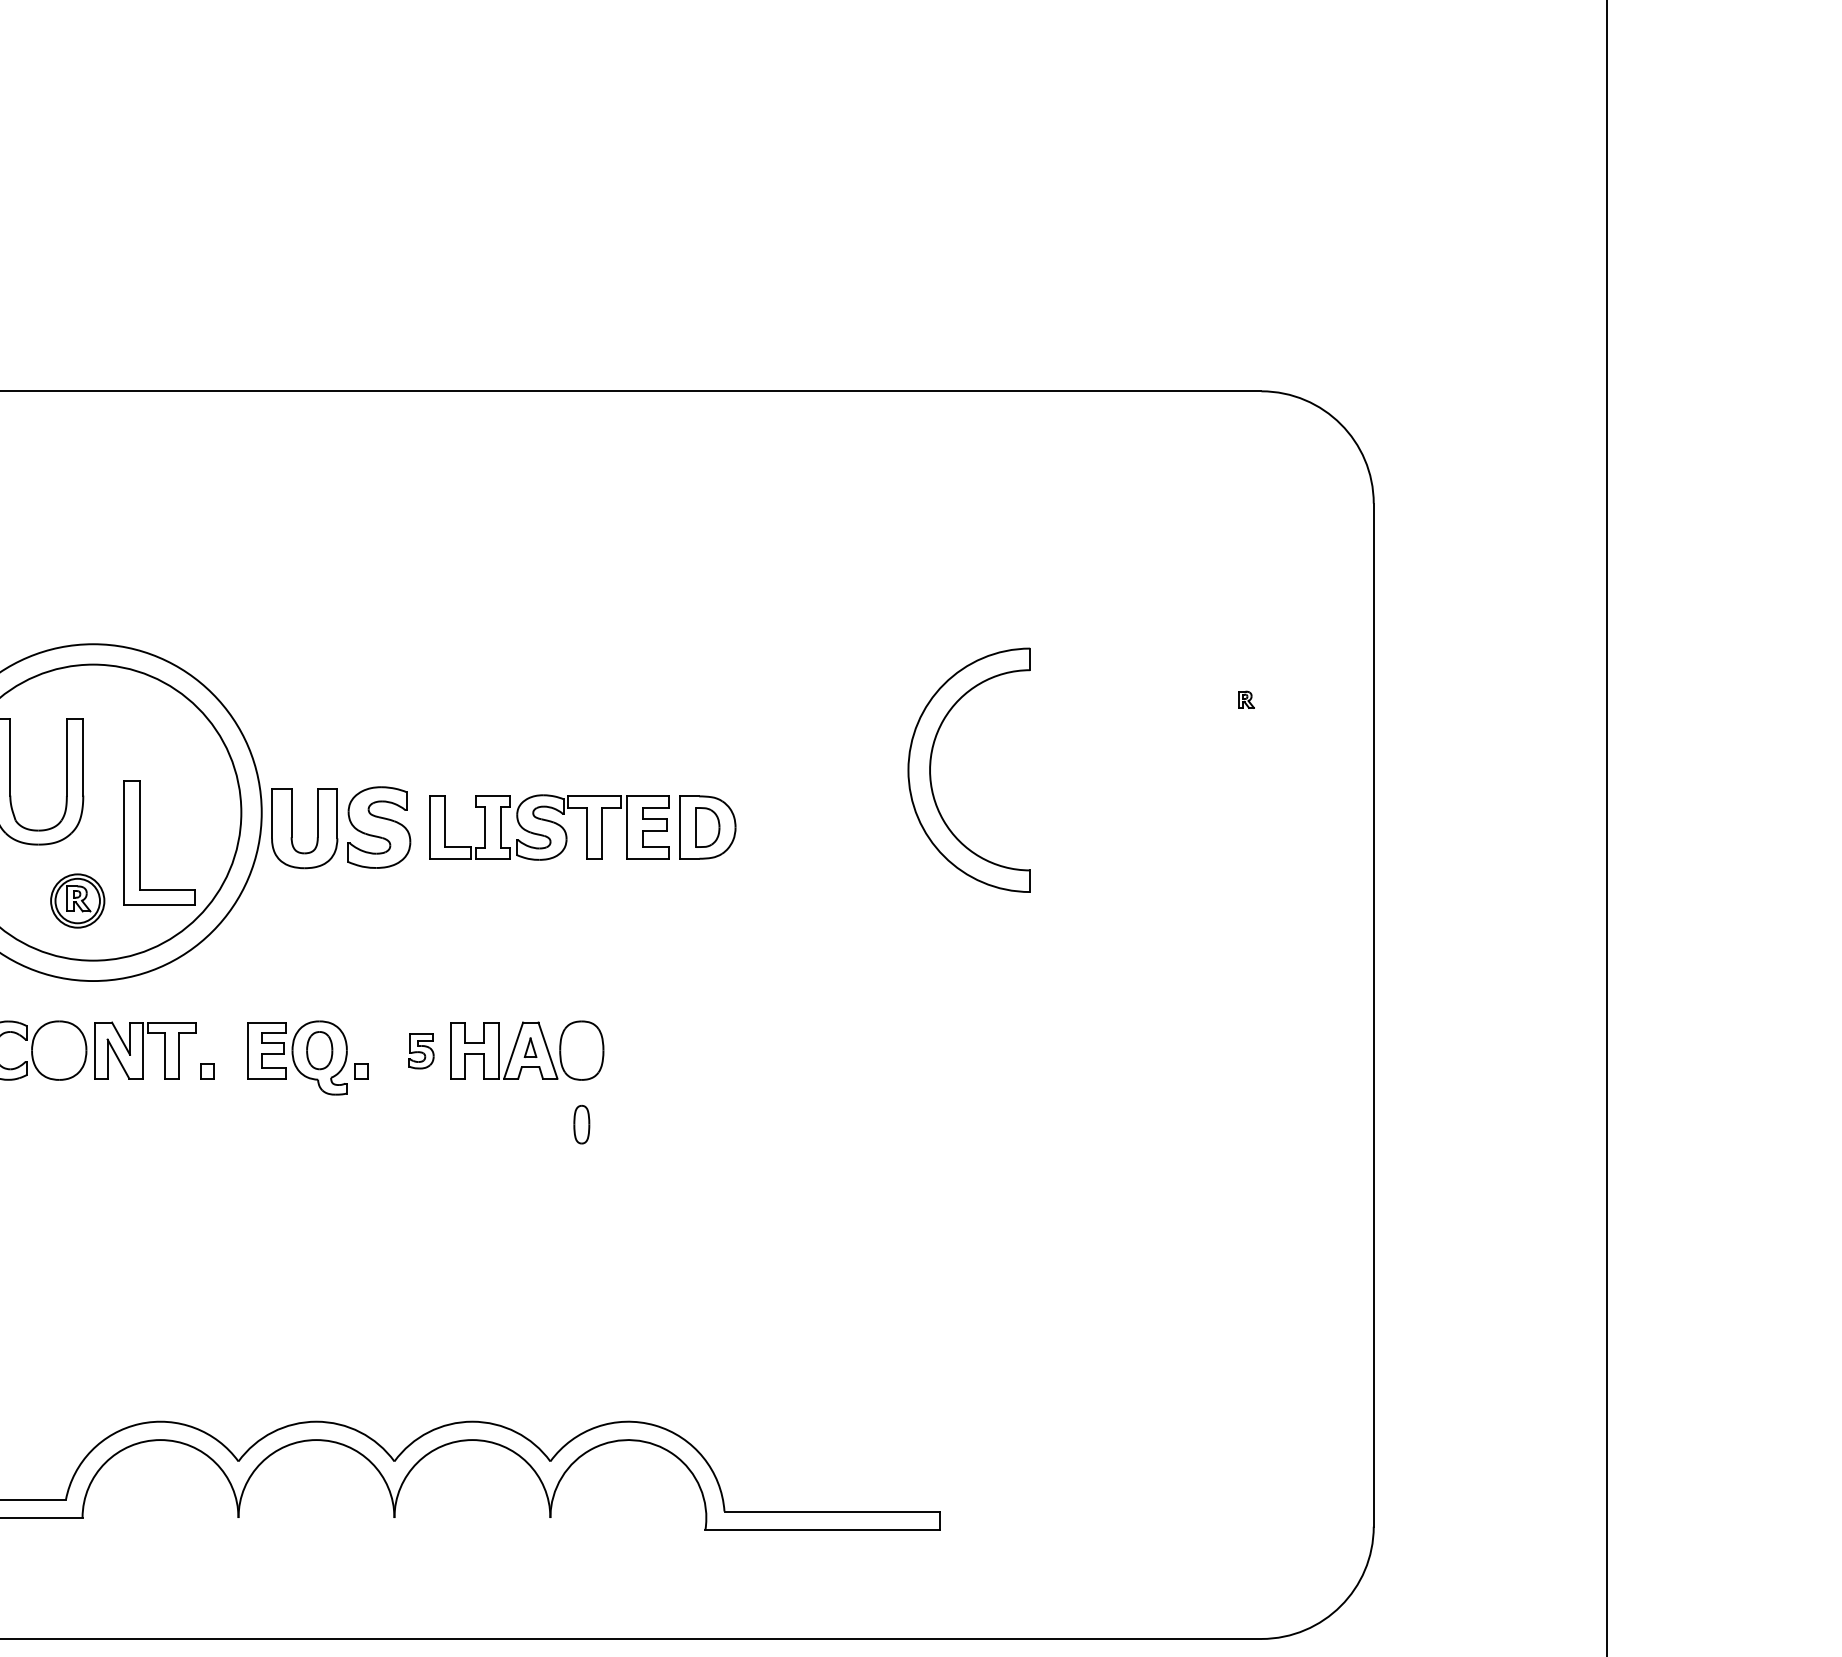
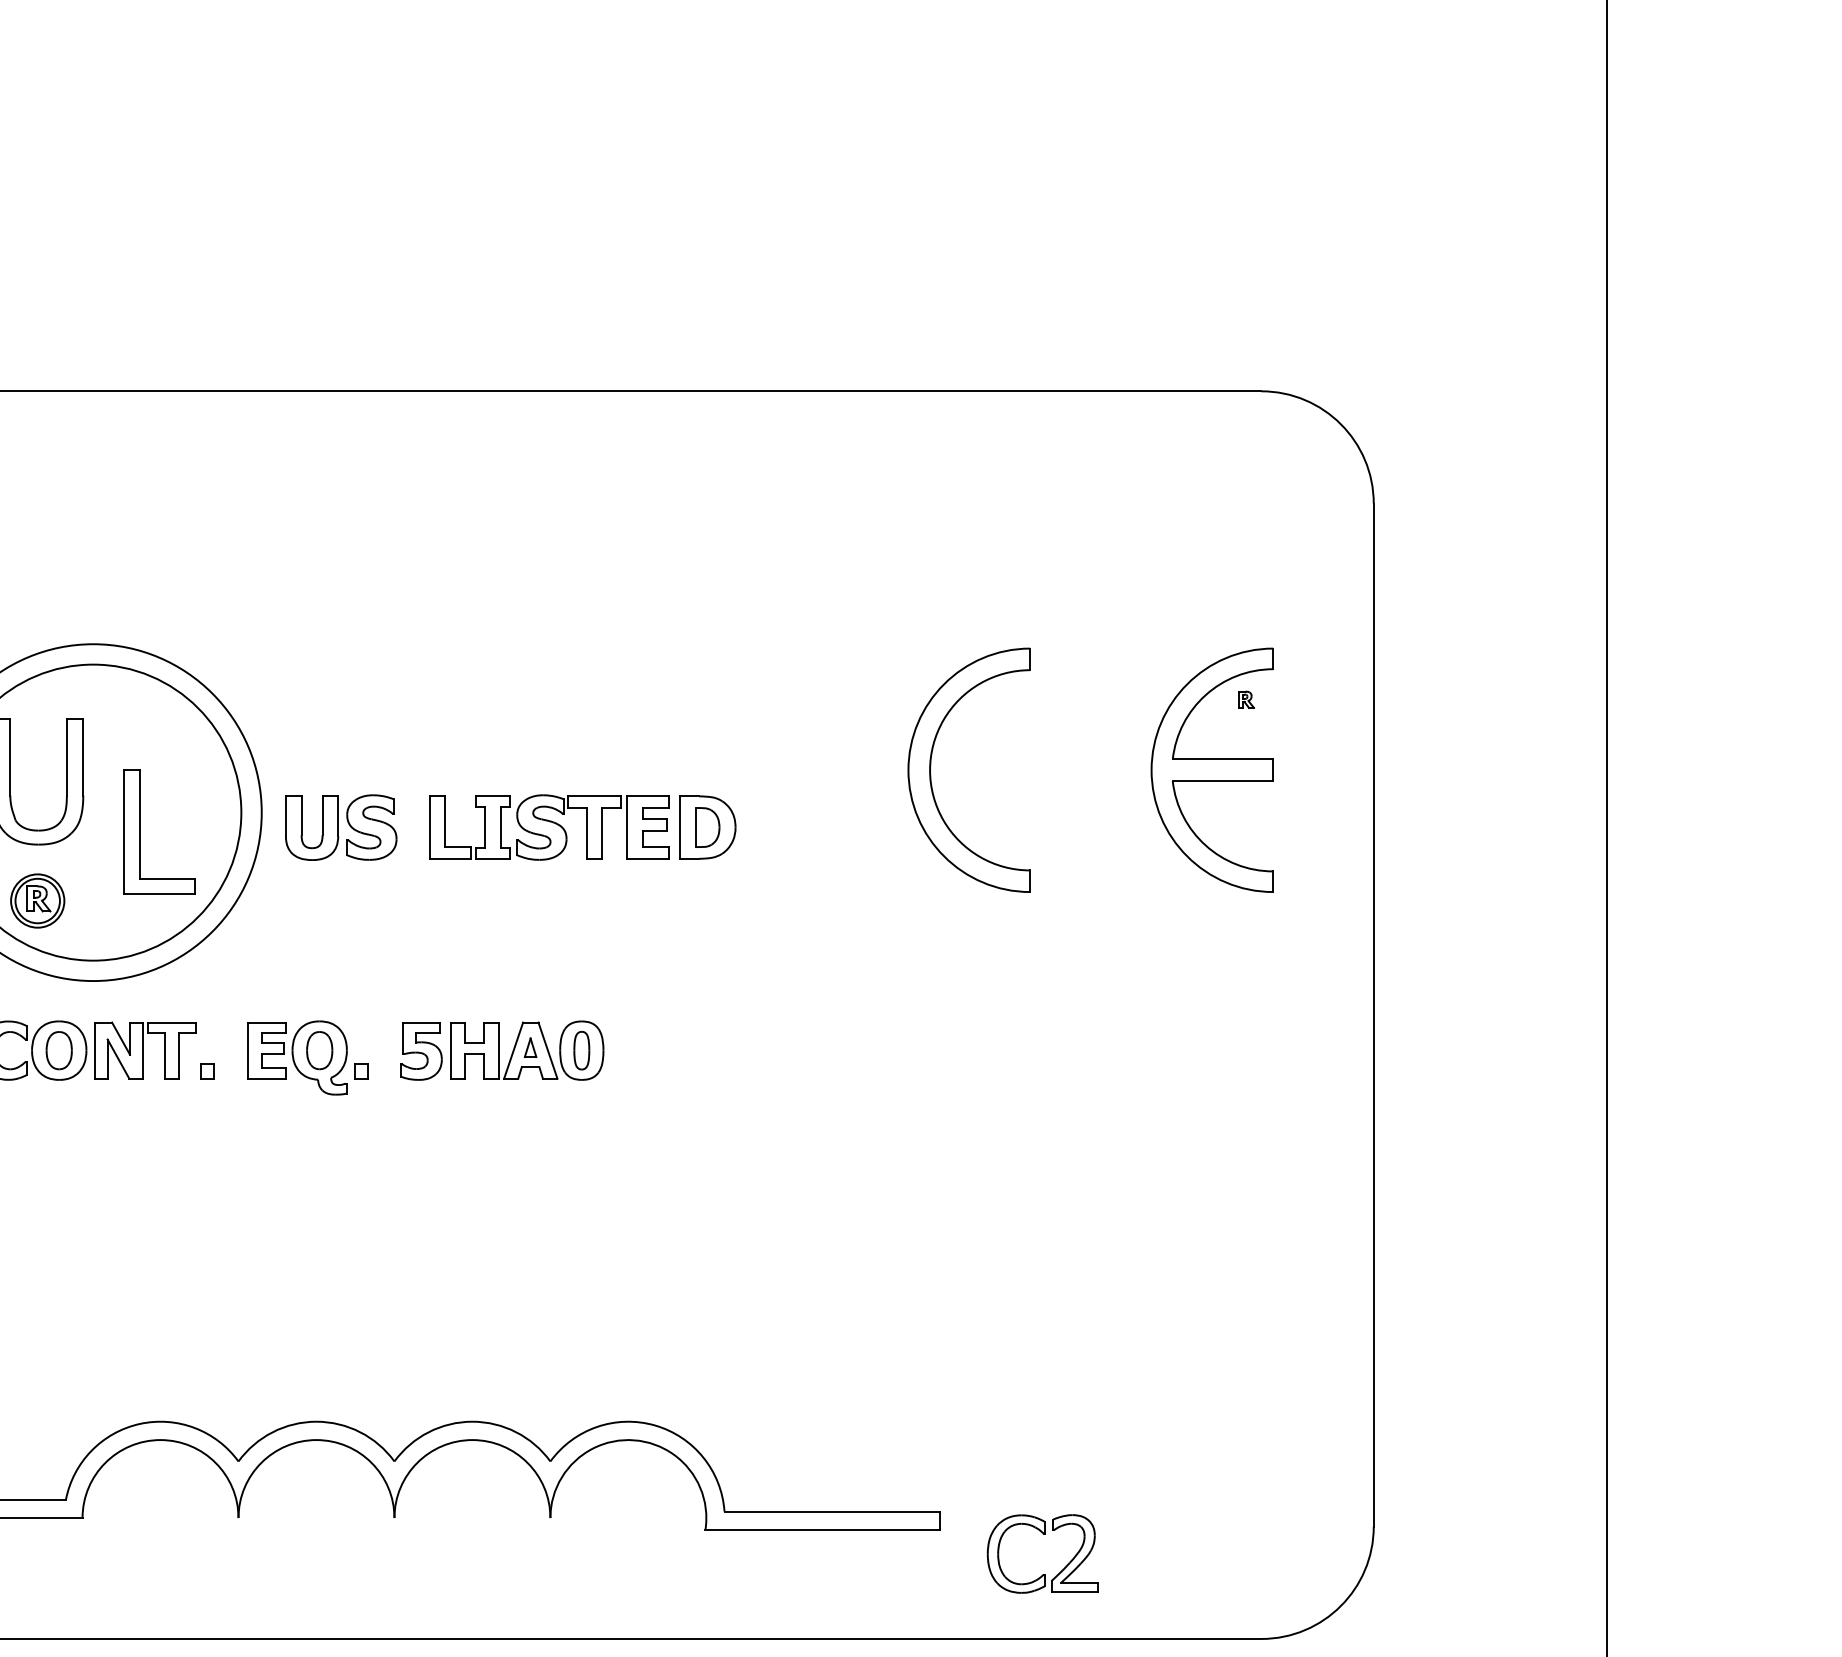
part at (1211, 769): none -> present
part at (341, 827) size: 141x84 px -> 113x67 px
part at (140, 842) position: (140, 842) -> (140, 831)
part at (77, 900) position: (77, 900) -> (37, 900)
part at (58, 1050): none -> present
part at (421, 1051) size: 27x37 px -> 43x59 px
part at (581, 1124) position: (581, 1124) -> (581, 1050)
part at (1043, 1534): none -> present
